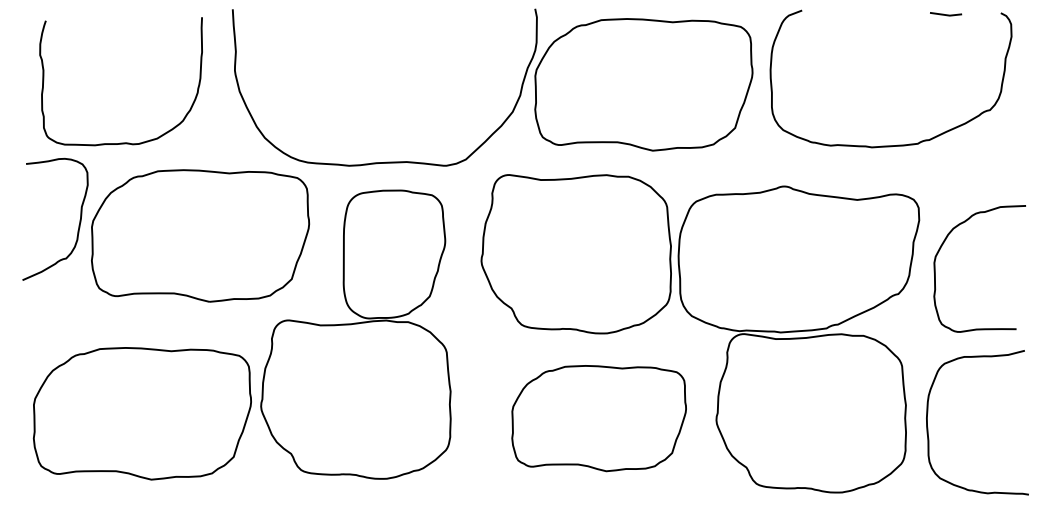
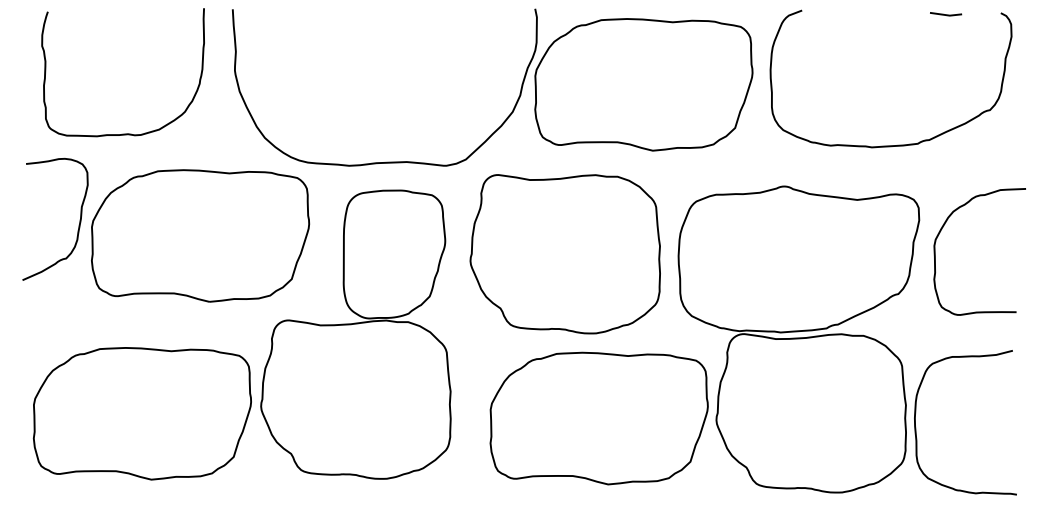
curve at (120, 142) position: (120, 142) -> (122, 133)
curve at (941, 248) position: (941, 248) -> (941, 231)
part at (575, 254) position: (575, 254) -> (564, 254)
part at (598, 418) size: 176x108 px -> 220x135 px
curve at (928, 427) position: (928, 427) -> (916, 427)
